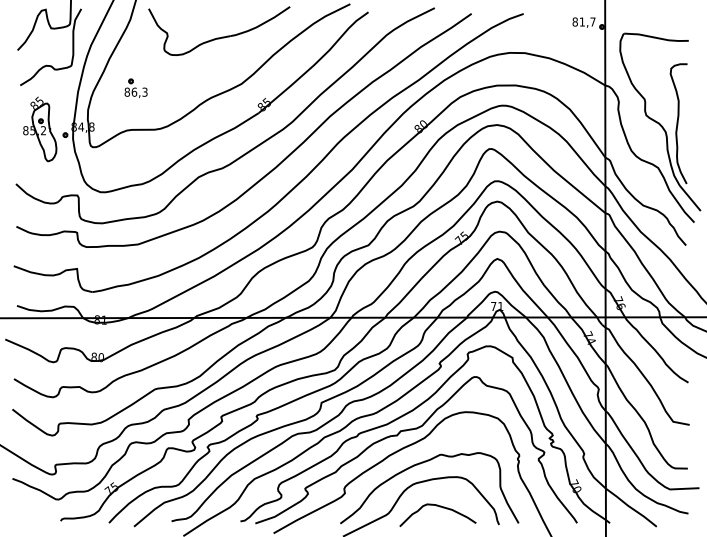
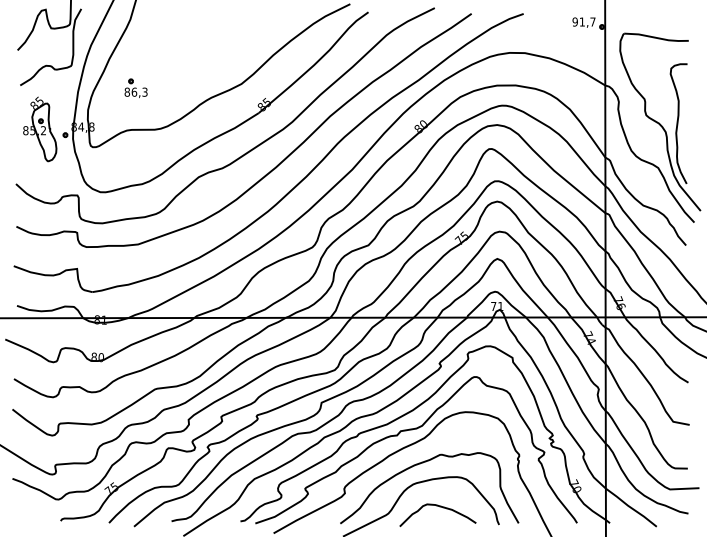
text at (574, 21): 81,7 -> 91,7
part at (222, 36): present -> none
